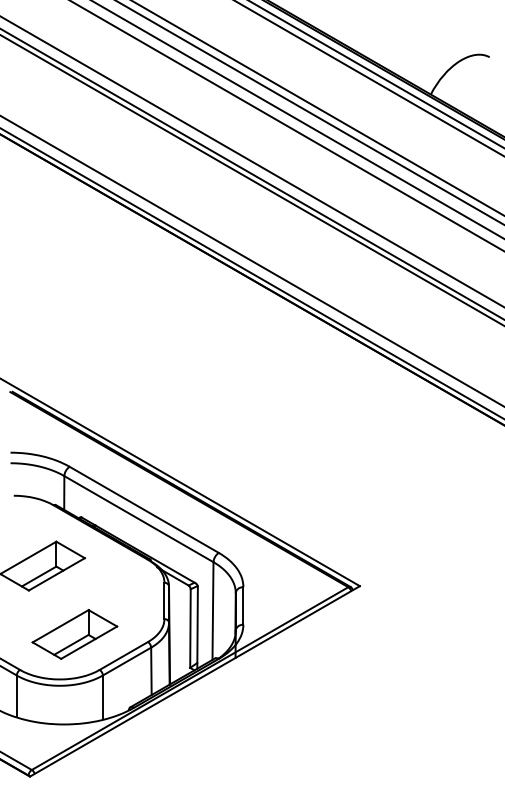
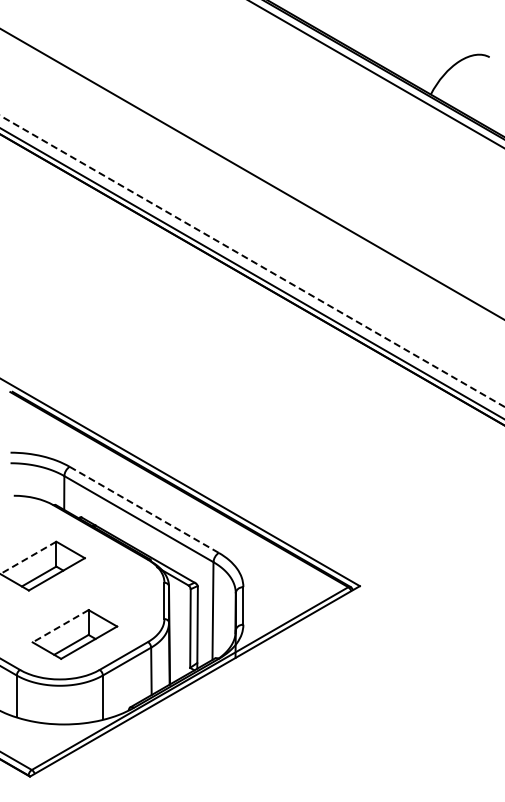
line at (369, 78): present -> none
line at (317, 108): present -> none
line at (309, 112): present -> none
line at (297, 119): present -> none
line at (286, 125): present -> none
line at (251, 161): present -> none
line at (251, 180): present -> none
line at (252, 261): solid -> dashed
line at (144, 510): solid -> dashed
line at (27, 558): solid -> dashed
line at (60, 626): solid -> dashed
